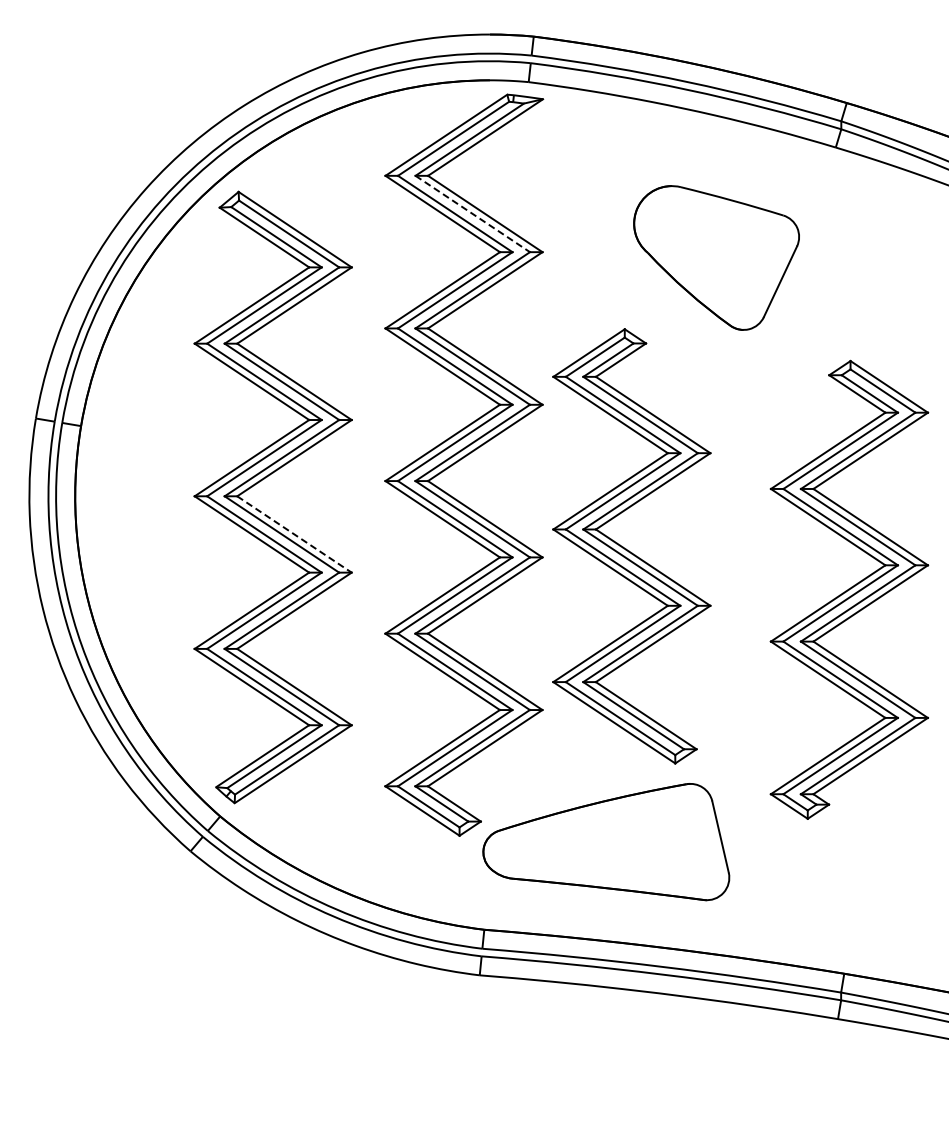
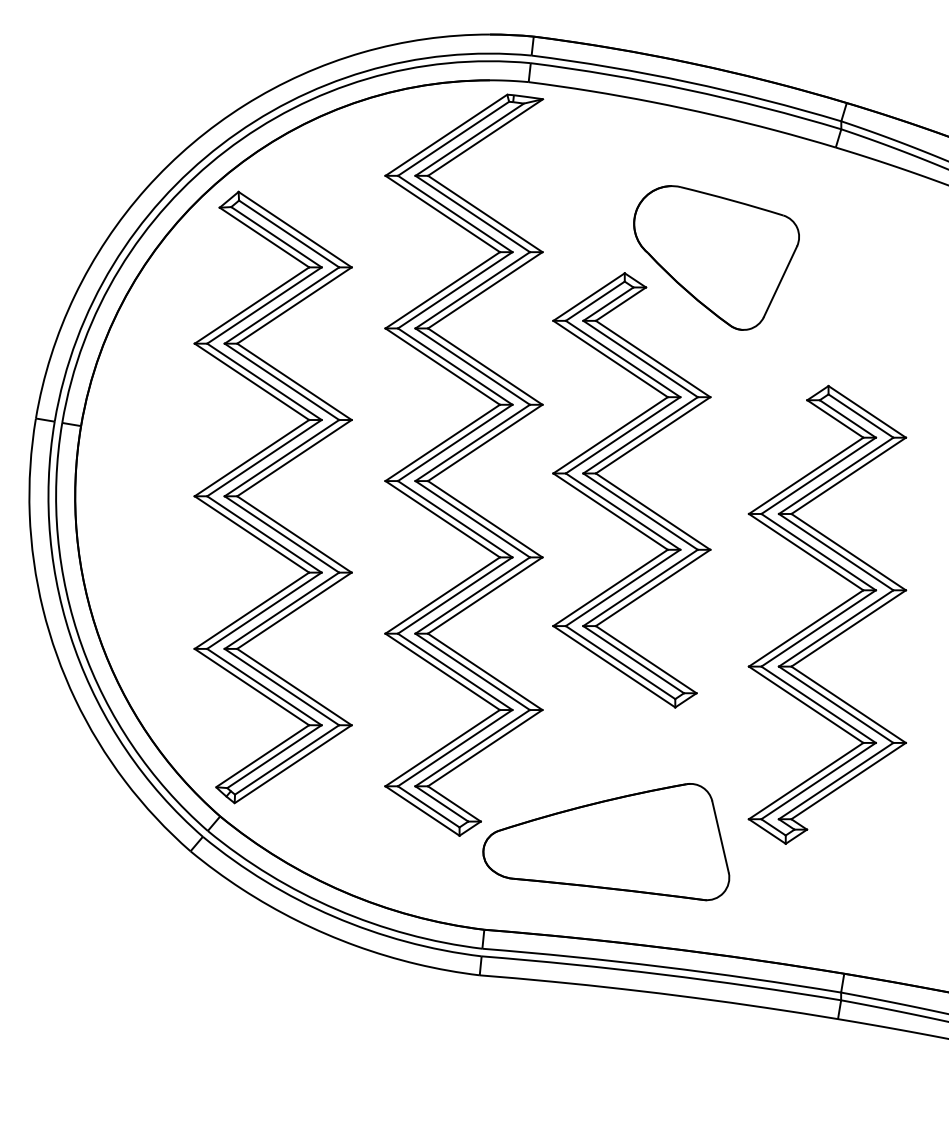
line at (472, 214): dashed -> solid
line at (294, 534): dashed -> solid
part at (631, 546) position: (631, 546) -> (631, 490)
part at (849, 589) position: (849, 589) -> (827, 614)
